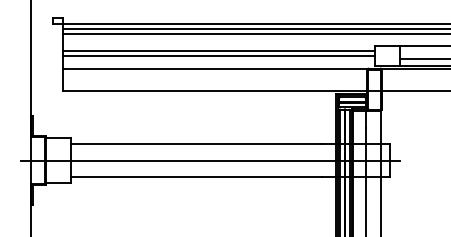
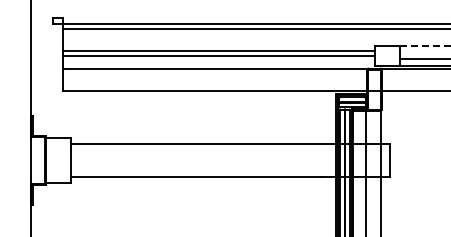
line at (254, 33): present -> none
line at (425, 46): solid -> dashed
line at (210, 160): present -> none
